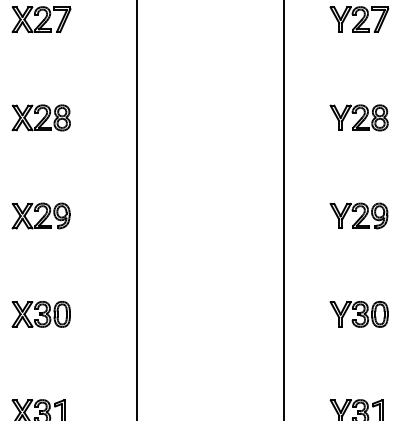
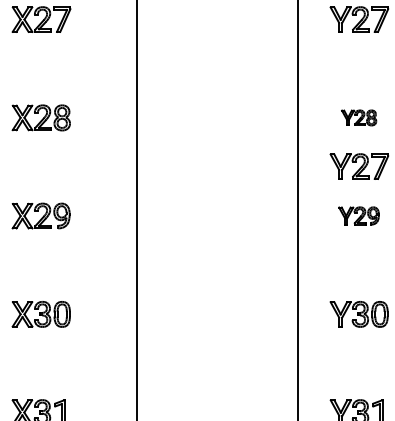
part at (358, 117) size: 60x28 px -> 37x18 px
part at (359, 166): none -> present
line at (284, 209) position: (284, 209) -> (298, 209)
part at (358, 215) size: 60x28 px -> 42x20 px
